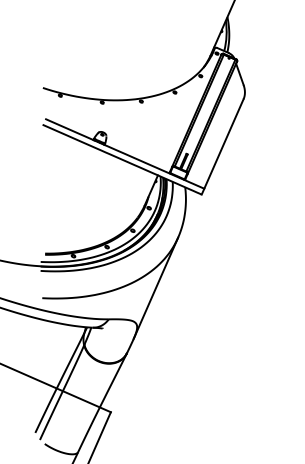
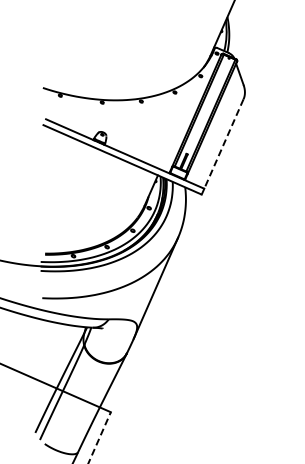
line at (223, 144): solid -> dashed
line at (99, 437): solid -> dashed
